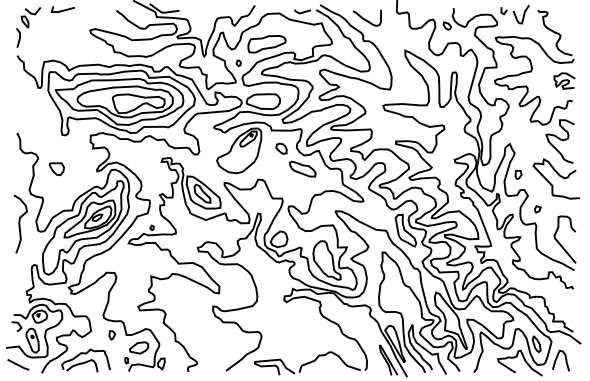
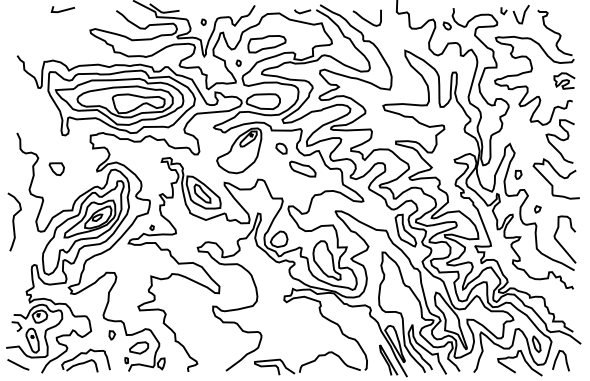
part at (203, 21): none -> present
part at (28, 27): present -> none
curve at (20, 223) position: (20, 223) -> (14, 221)
